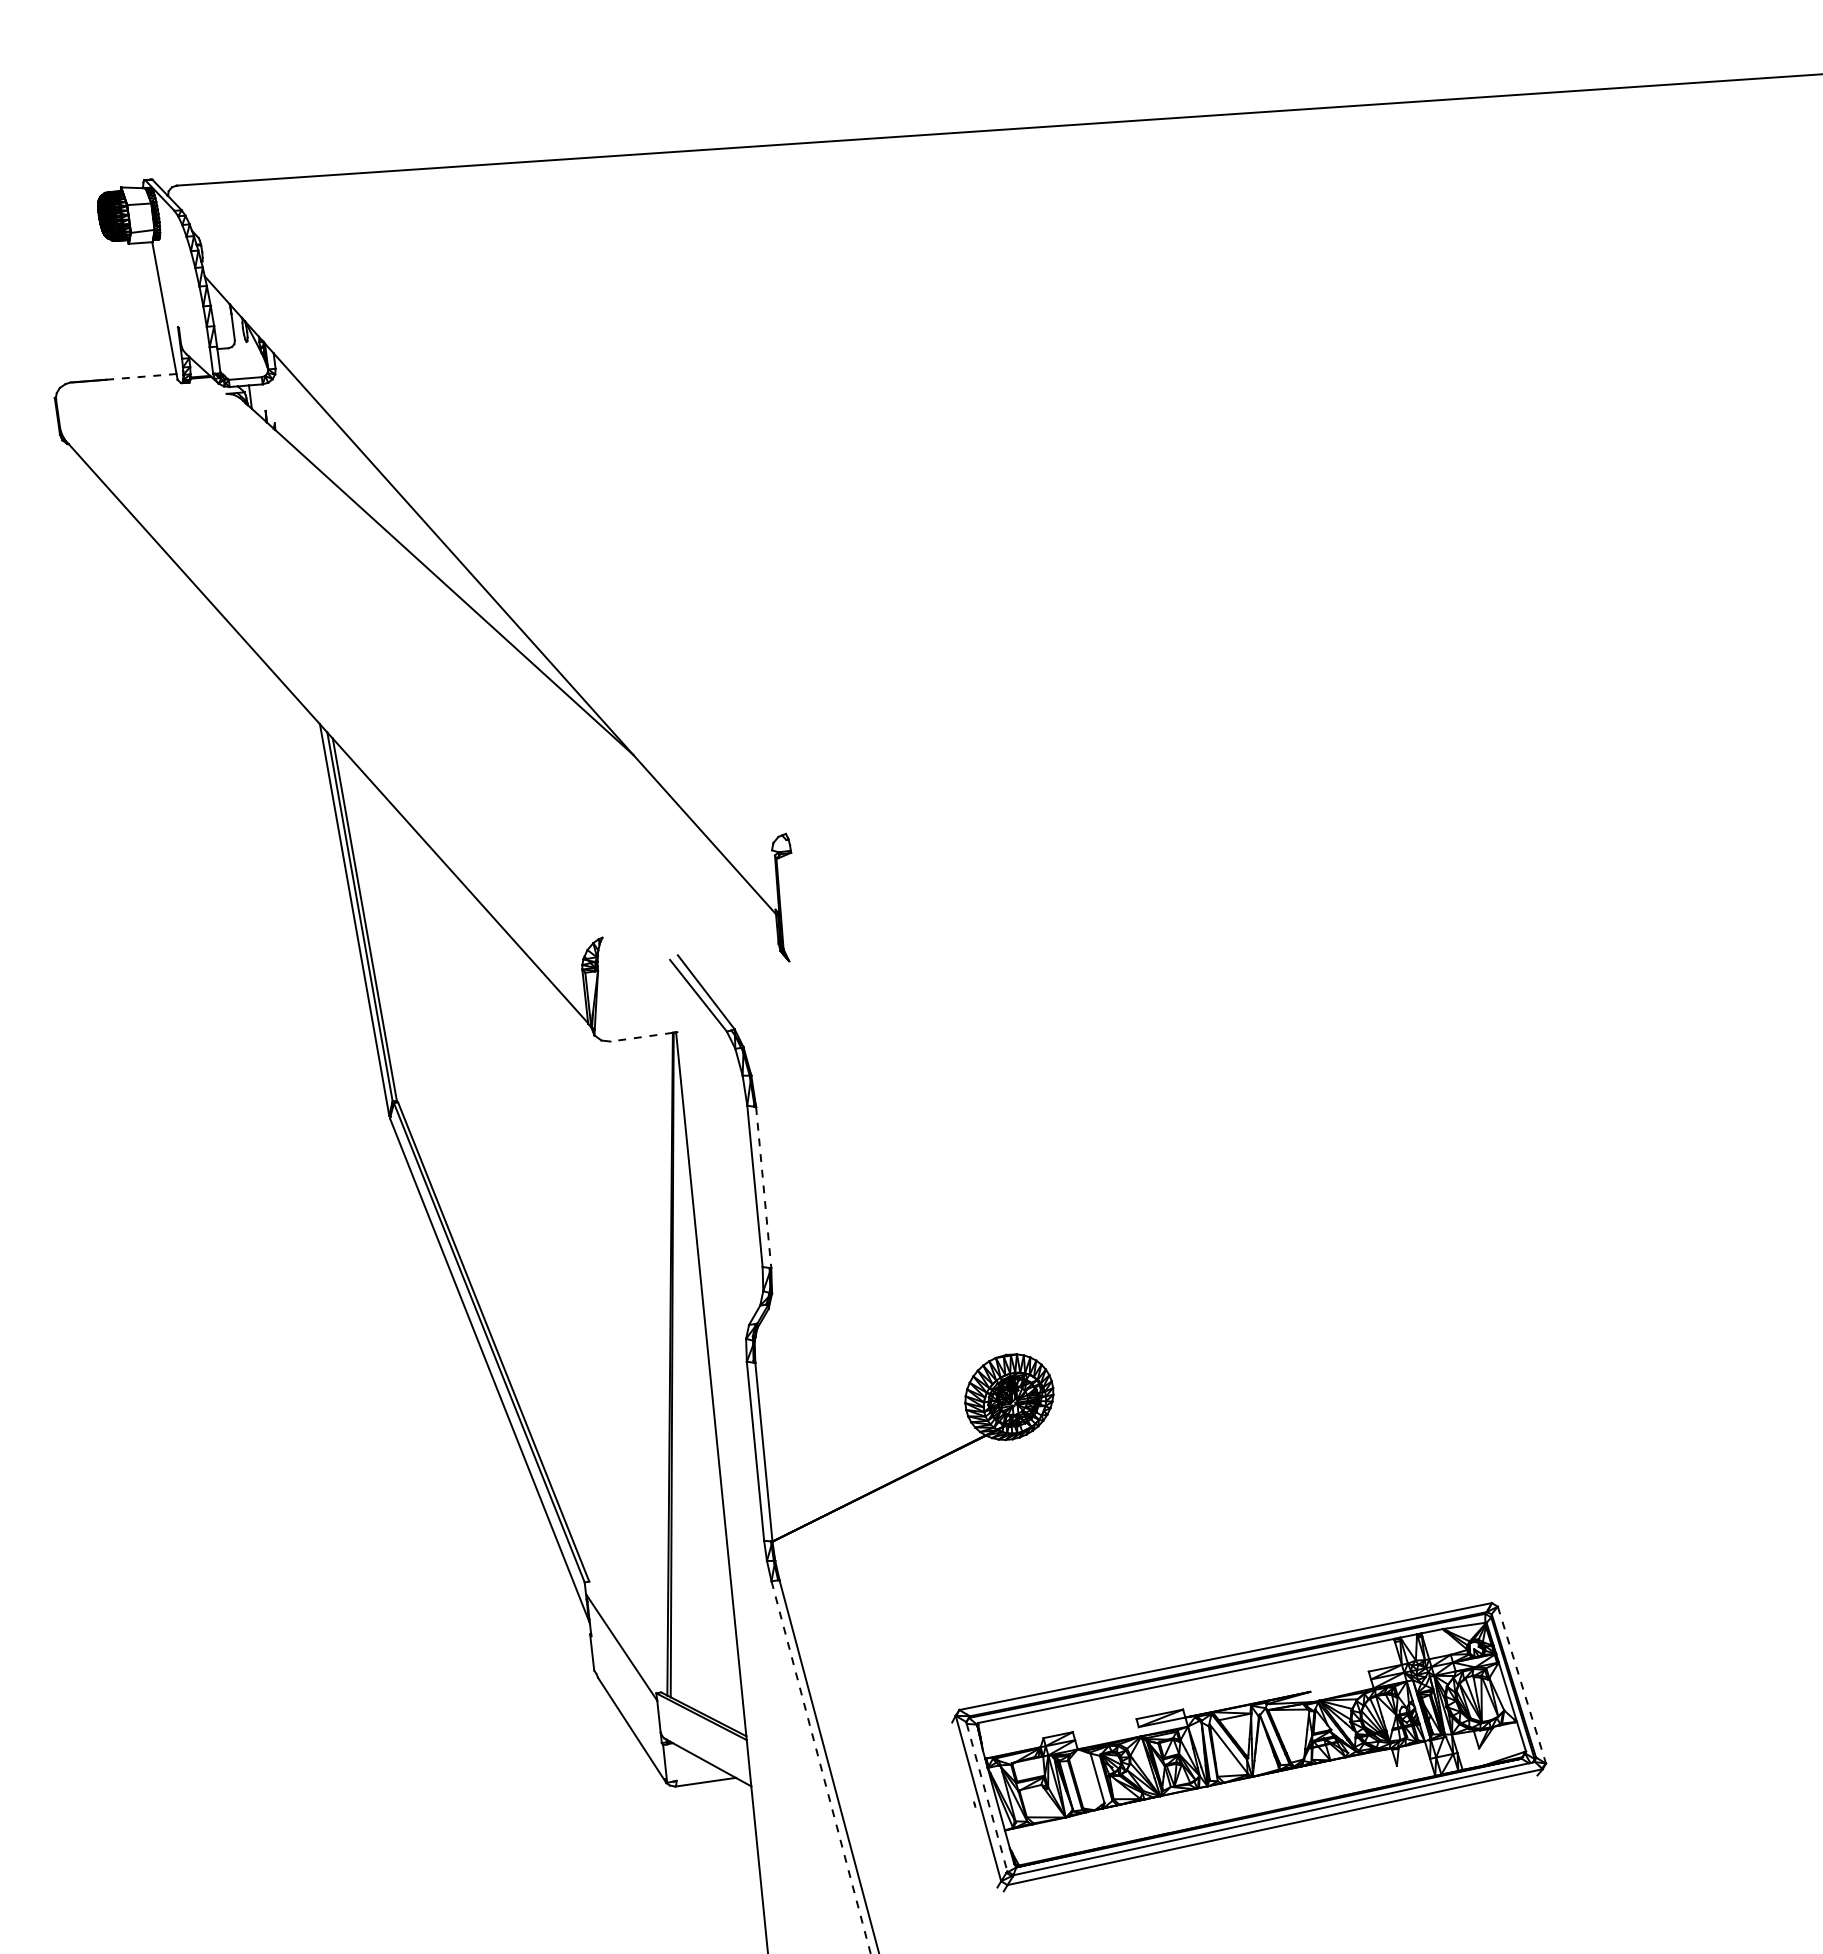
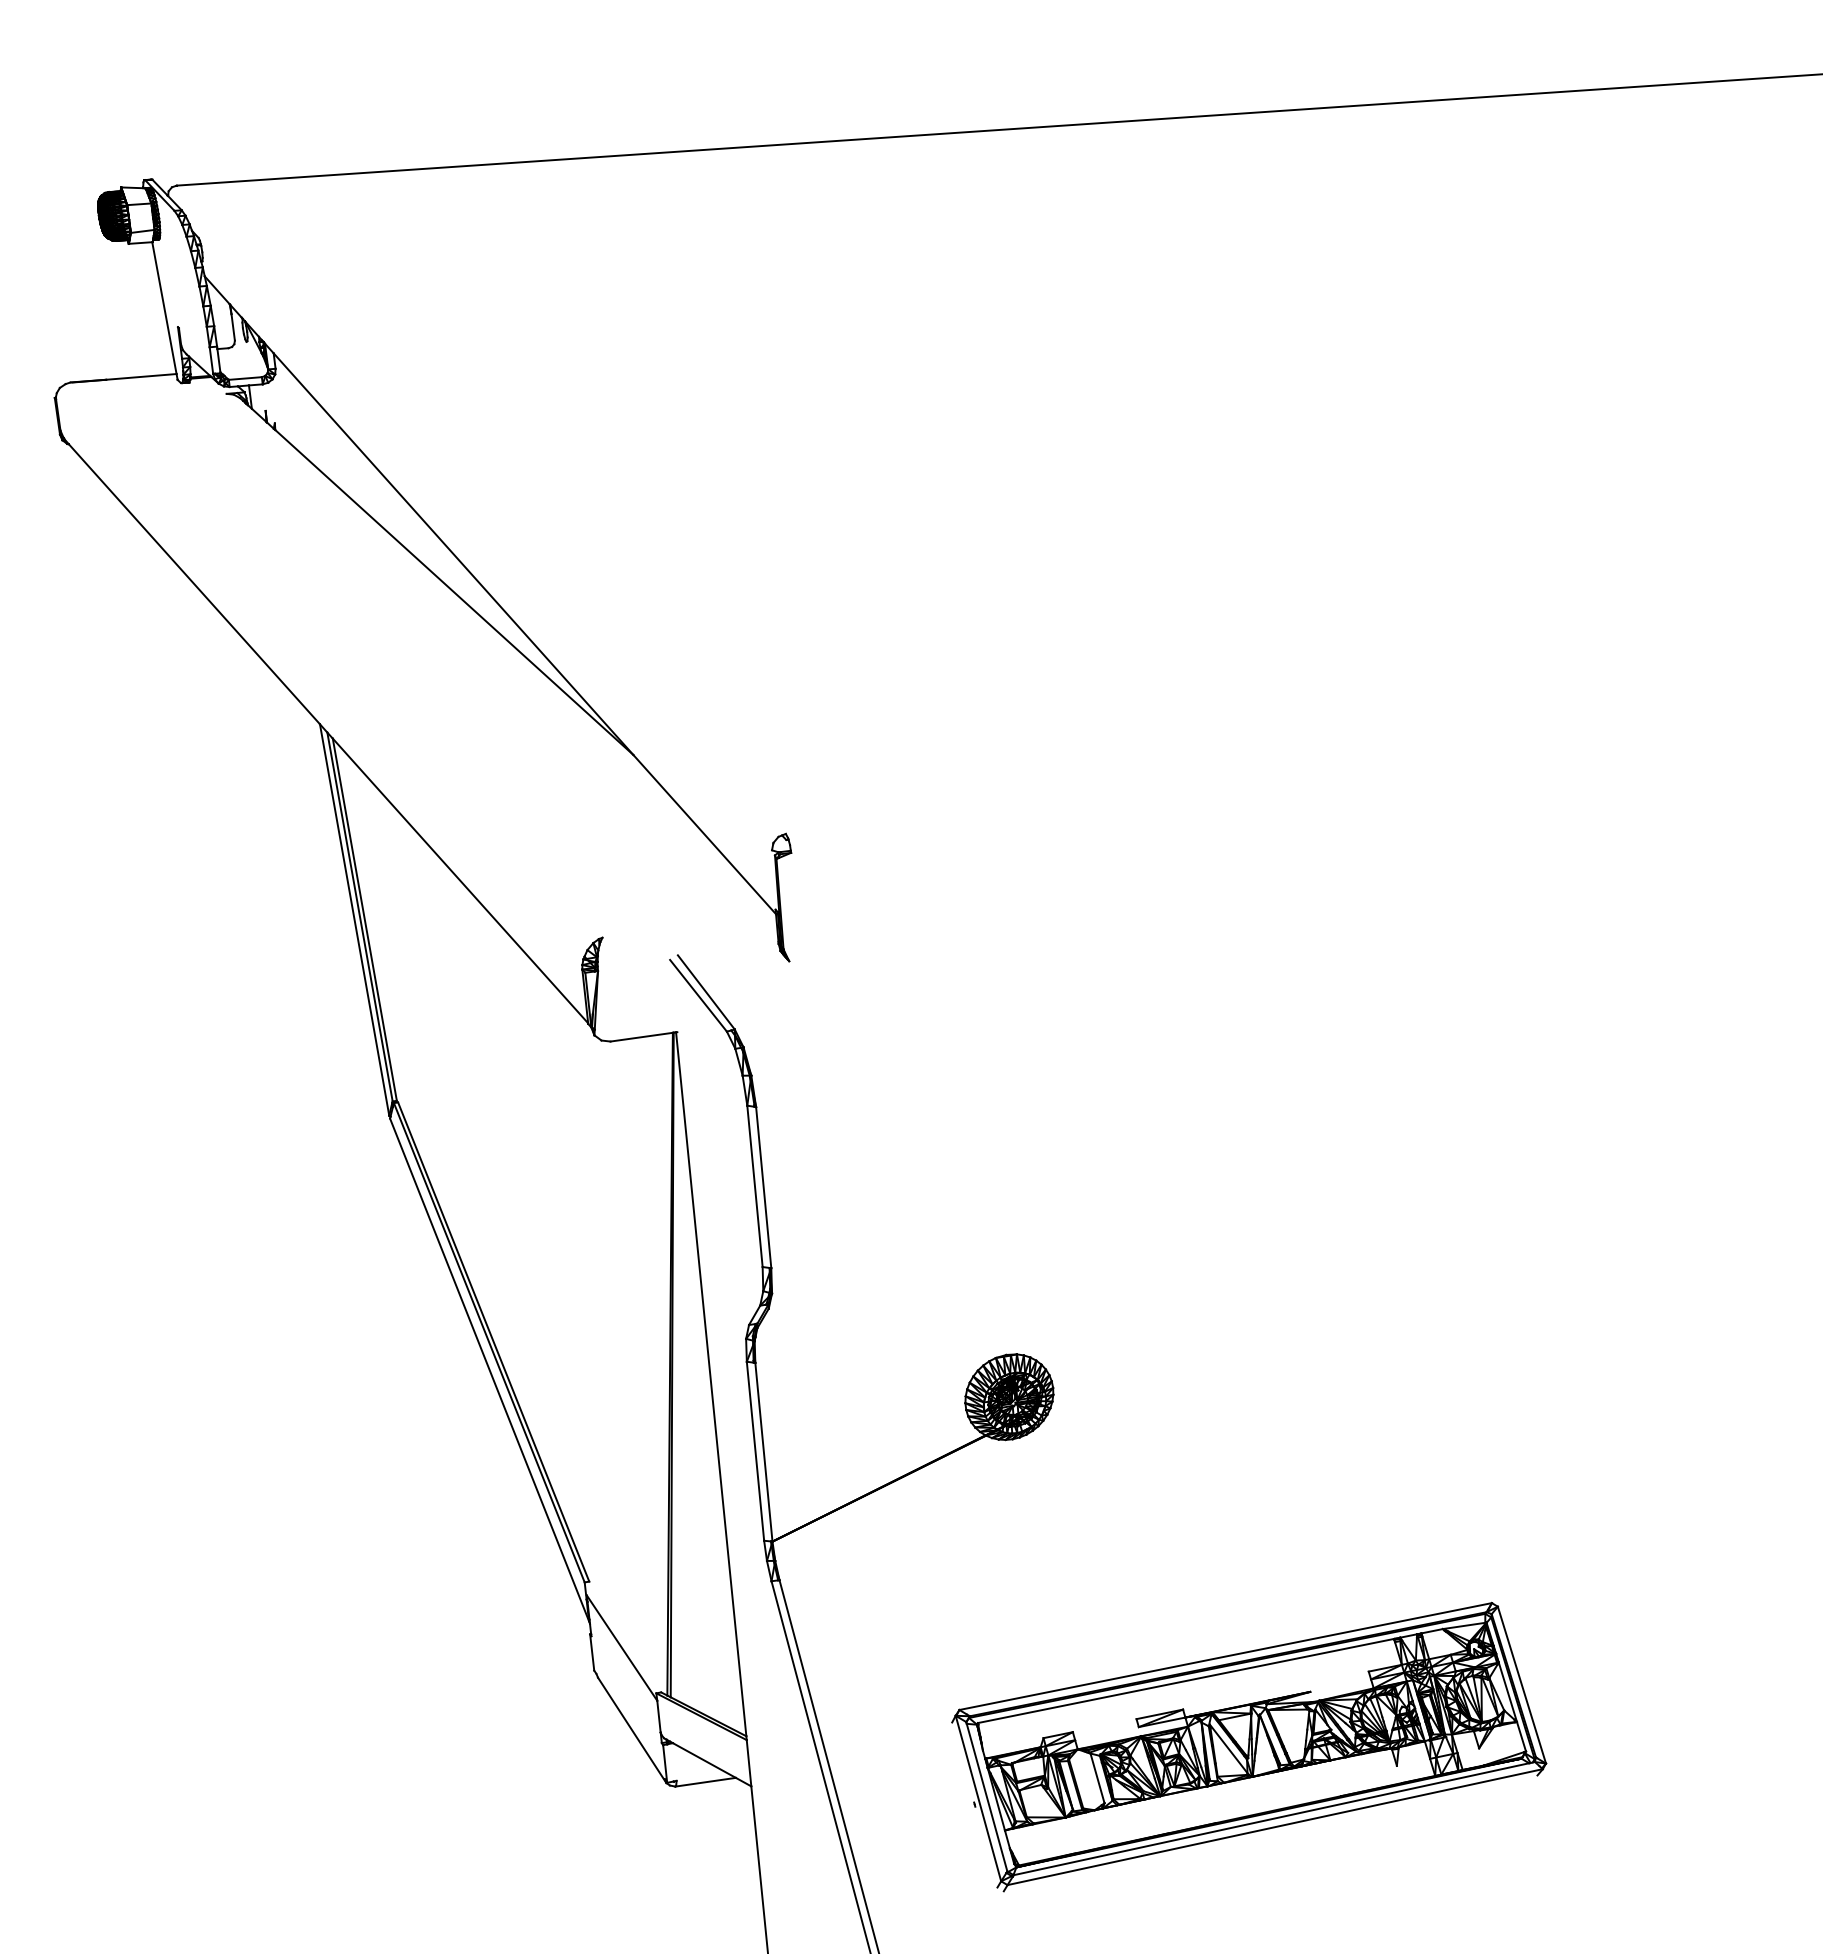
line at (141, 376): dashed -> solid
line at (641, 1037): dashed -> solid
line at (763, 1187): dashed -> solid
line at (1522, 1685): dashed -> solid
line at (821, 1767): dashed -> solid
line at (987, 1797): dashed -> solid
